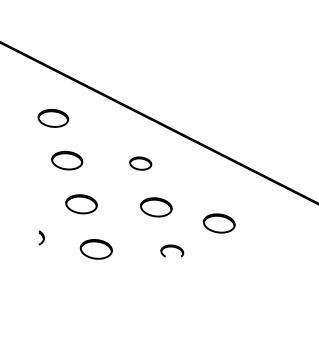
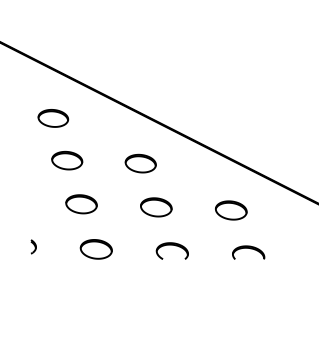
part at (140, 163) size: 24x15 px -> 33x21 px
part at (219, 223) position: (219, 223) -> (231, 210)
part at (41, 237) position: (41, 237) -> (33, 246)
part at (172, 250) size: 25x14 px -> 34x18 px
part at (248, 252): none -> present
